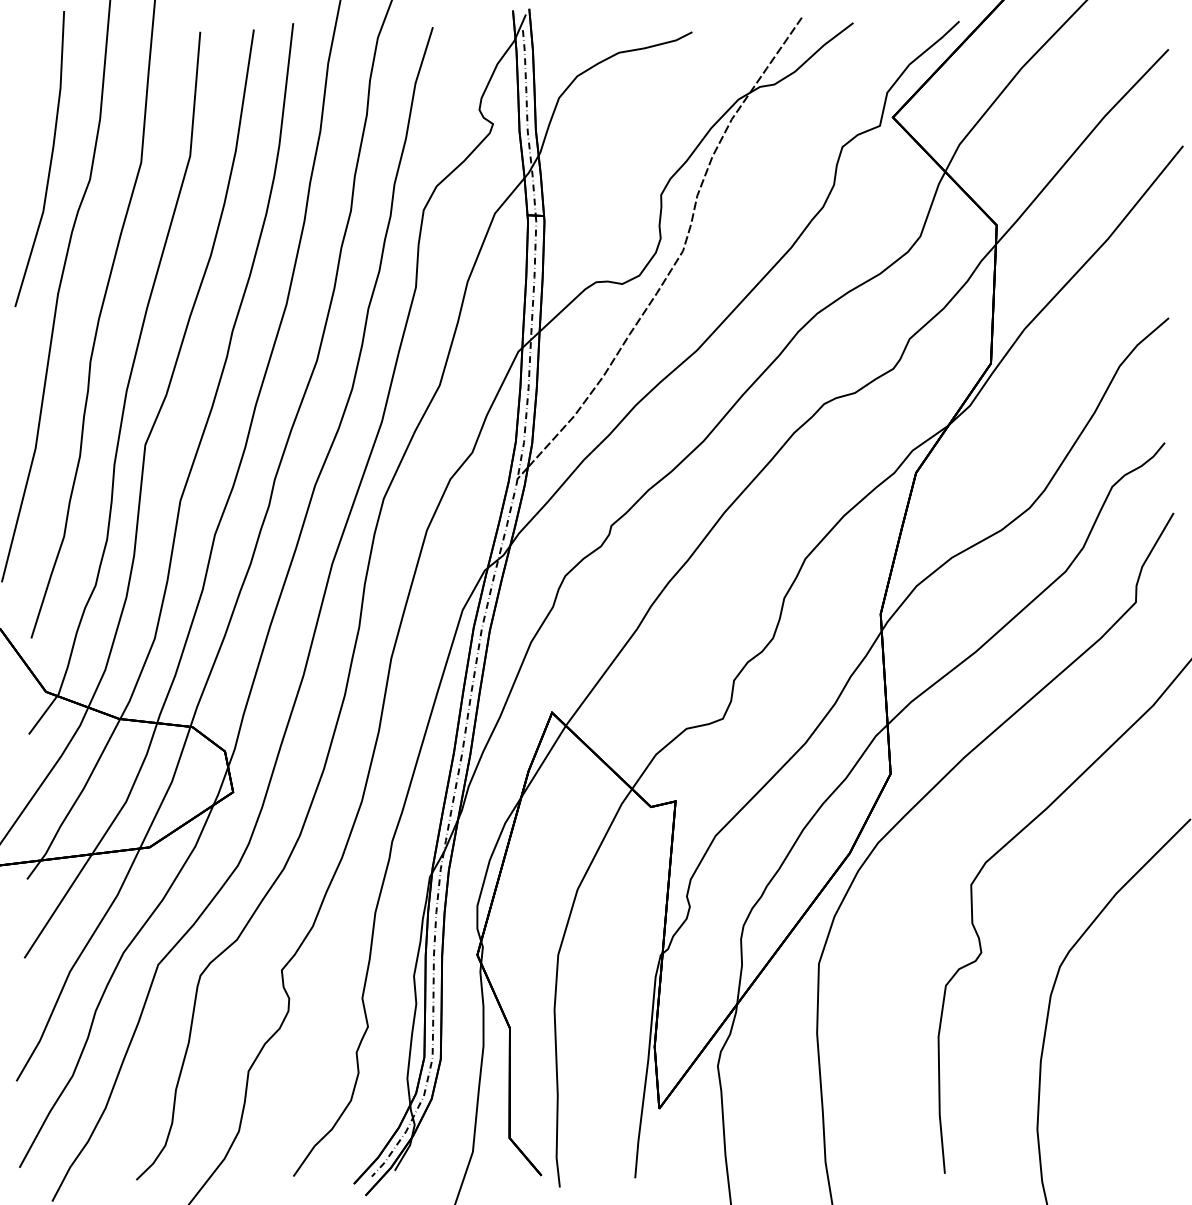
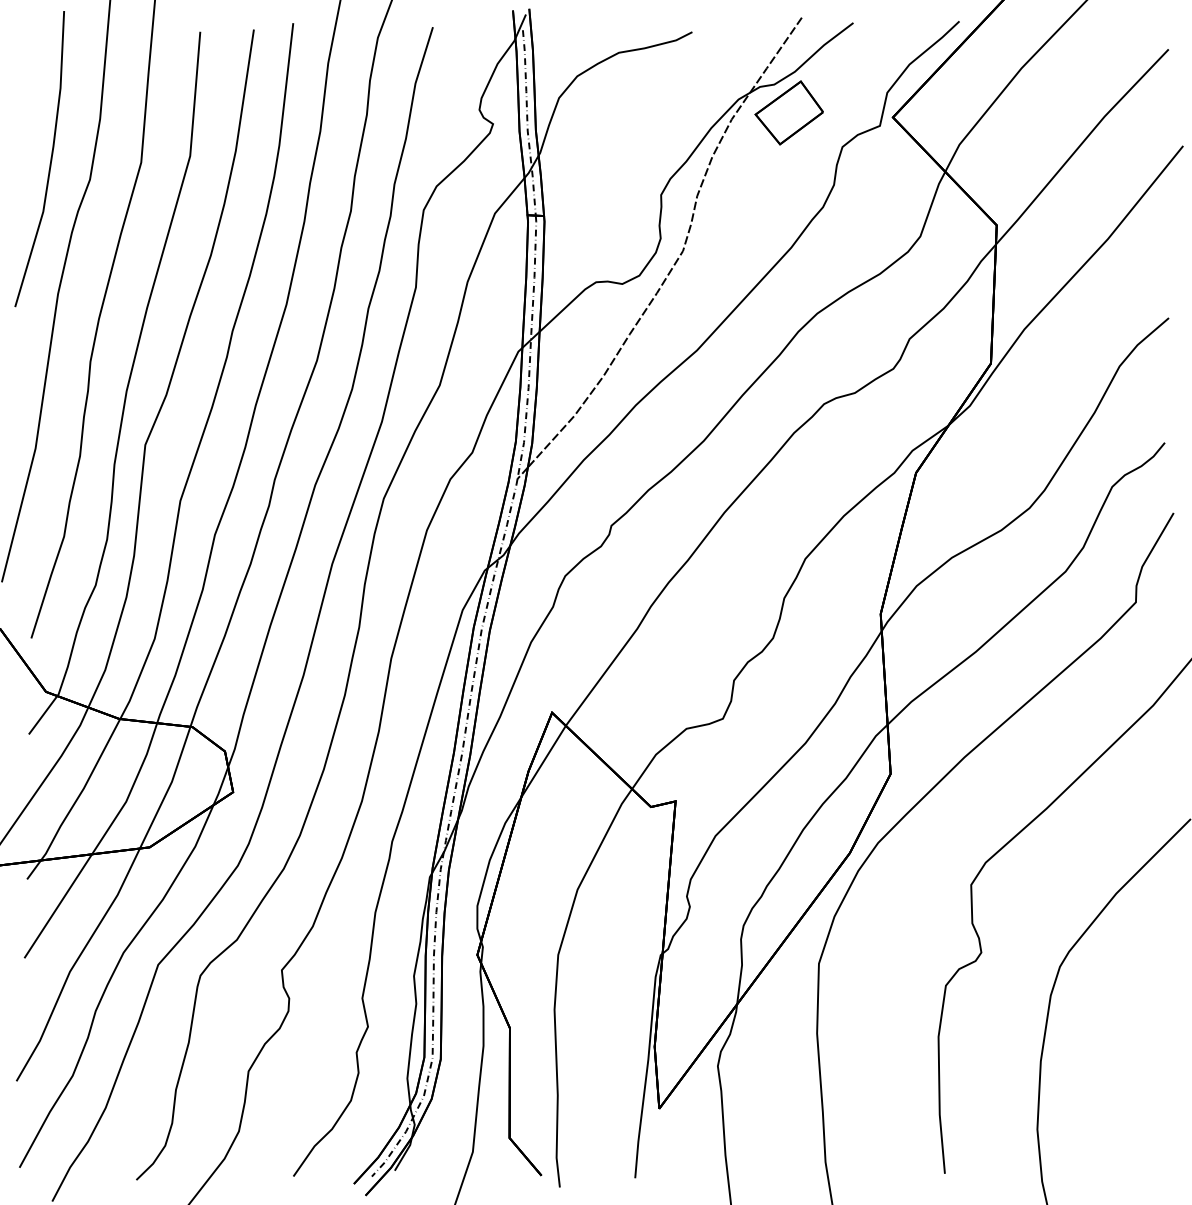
part at (788, 112): none -> present
